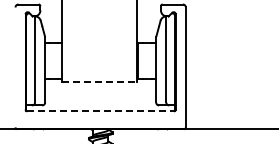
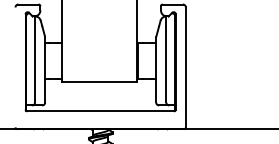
line at (99, 81): dashed -> solid
line at (101, 111): dashed -> solid
